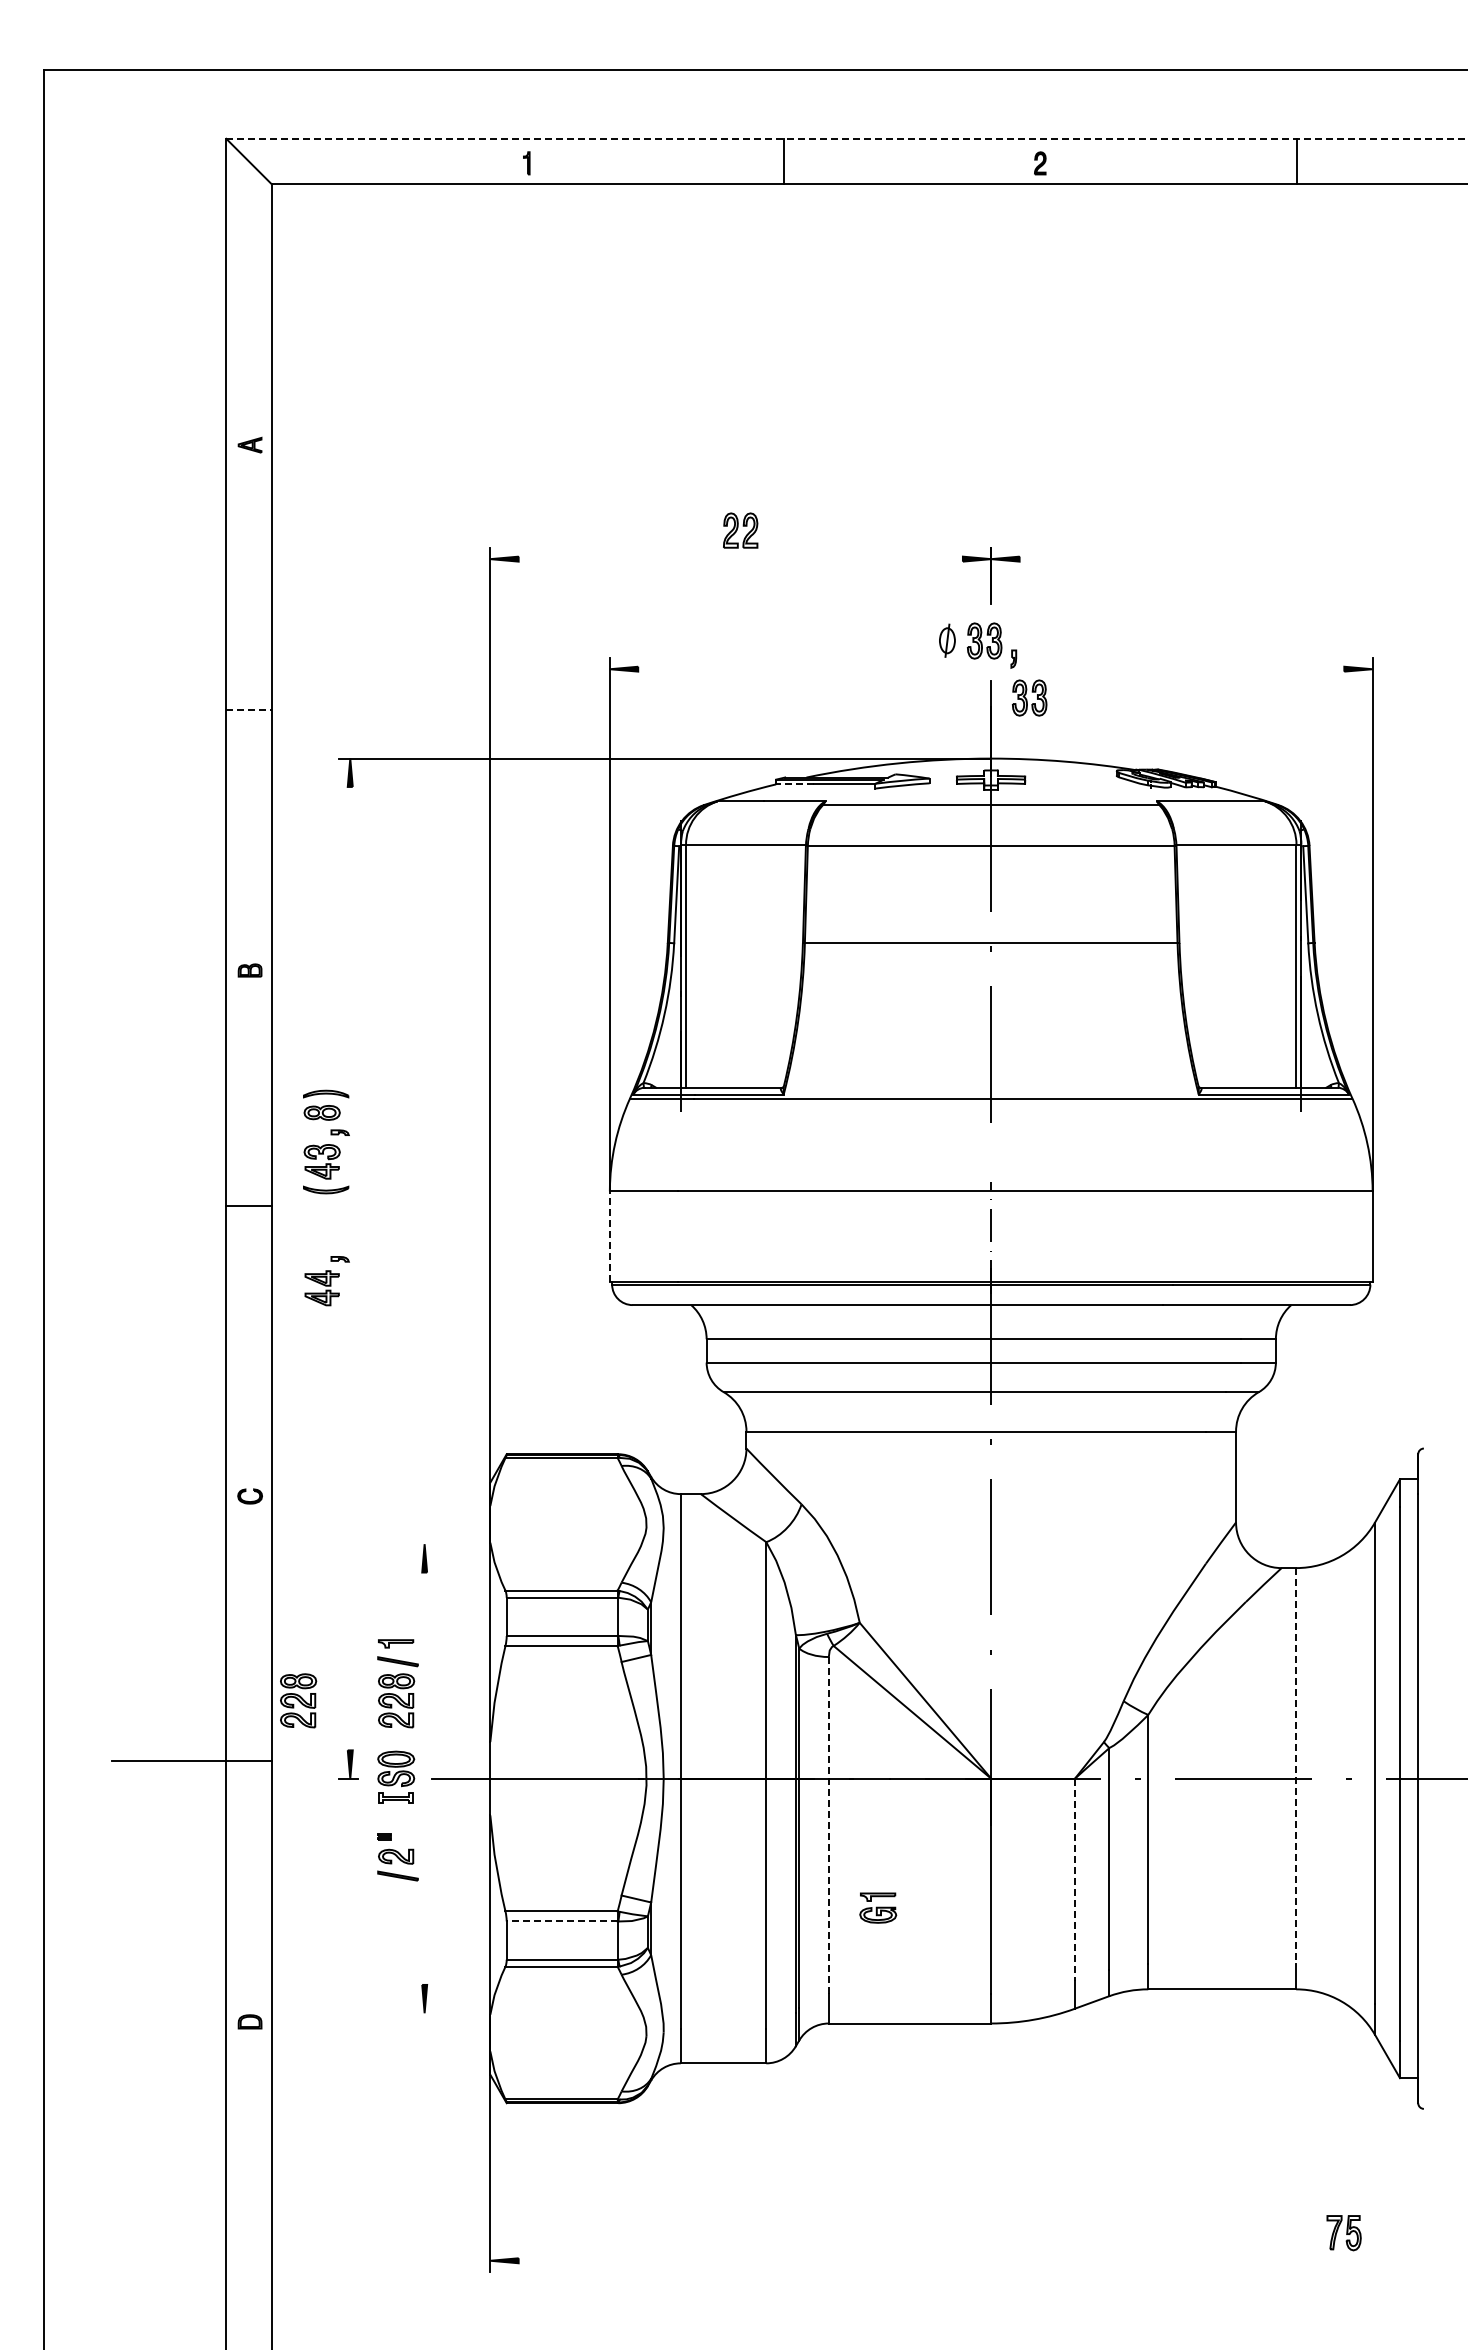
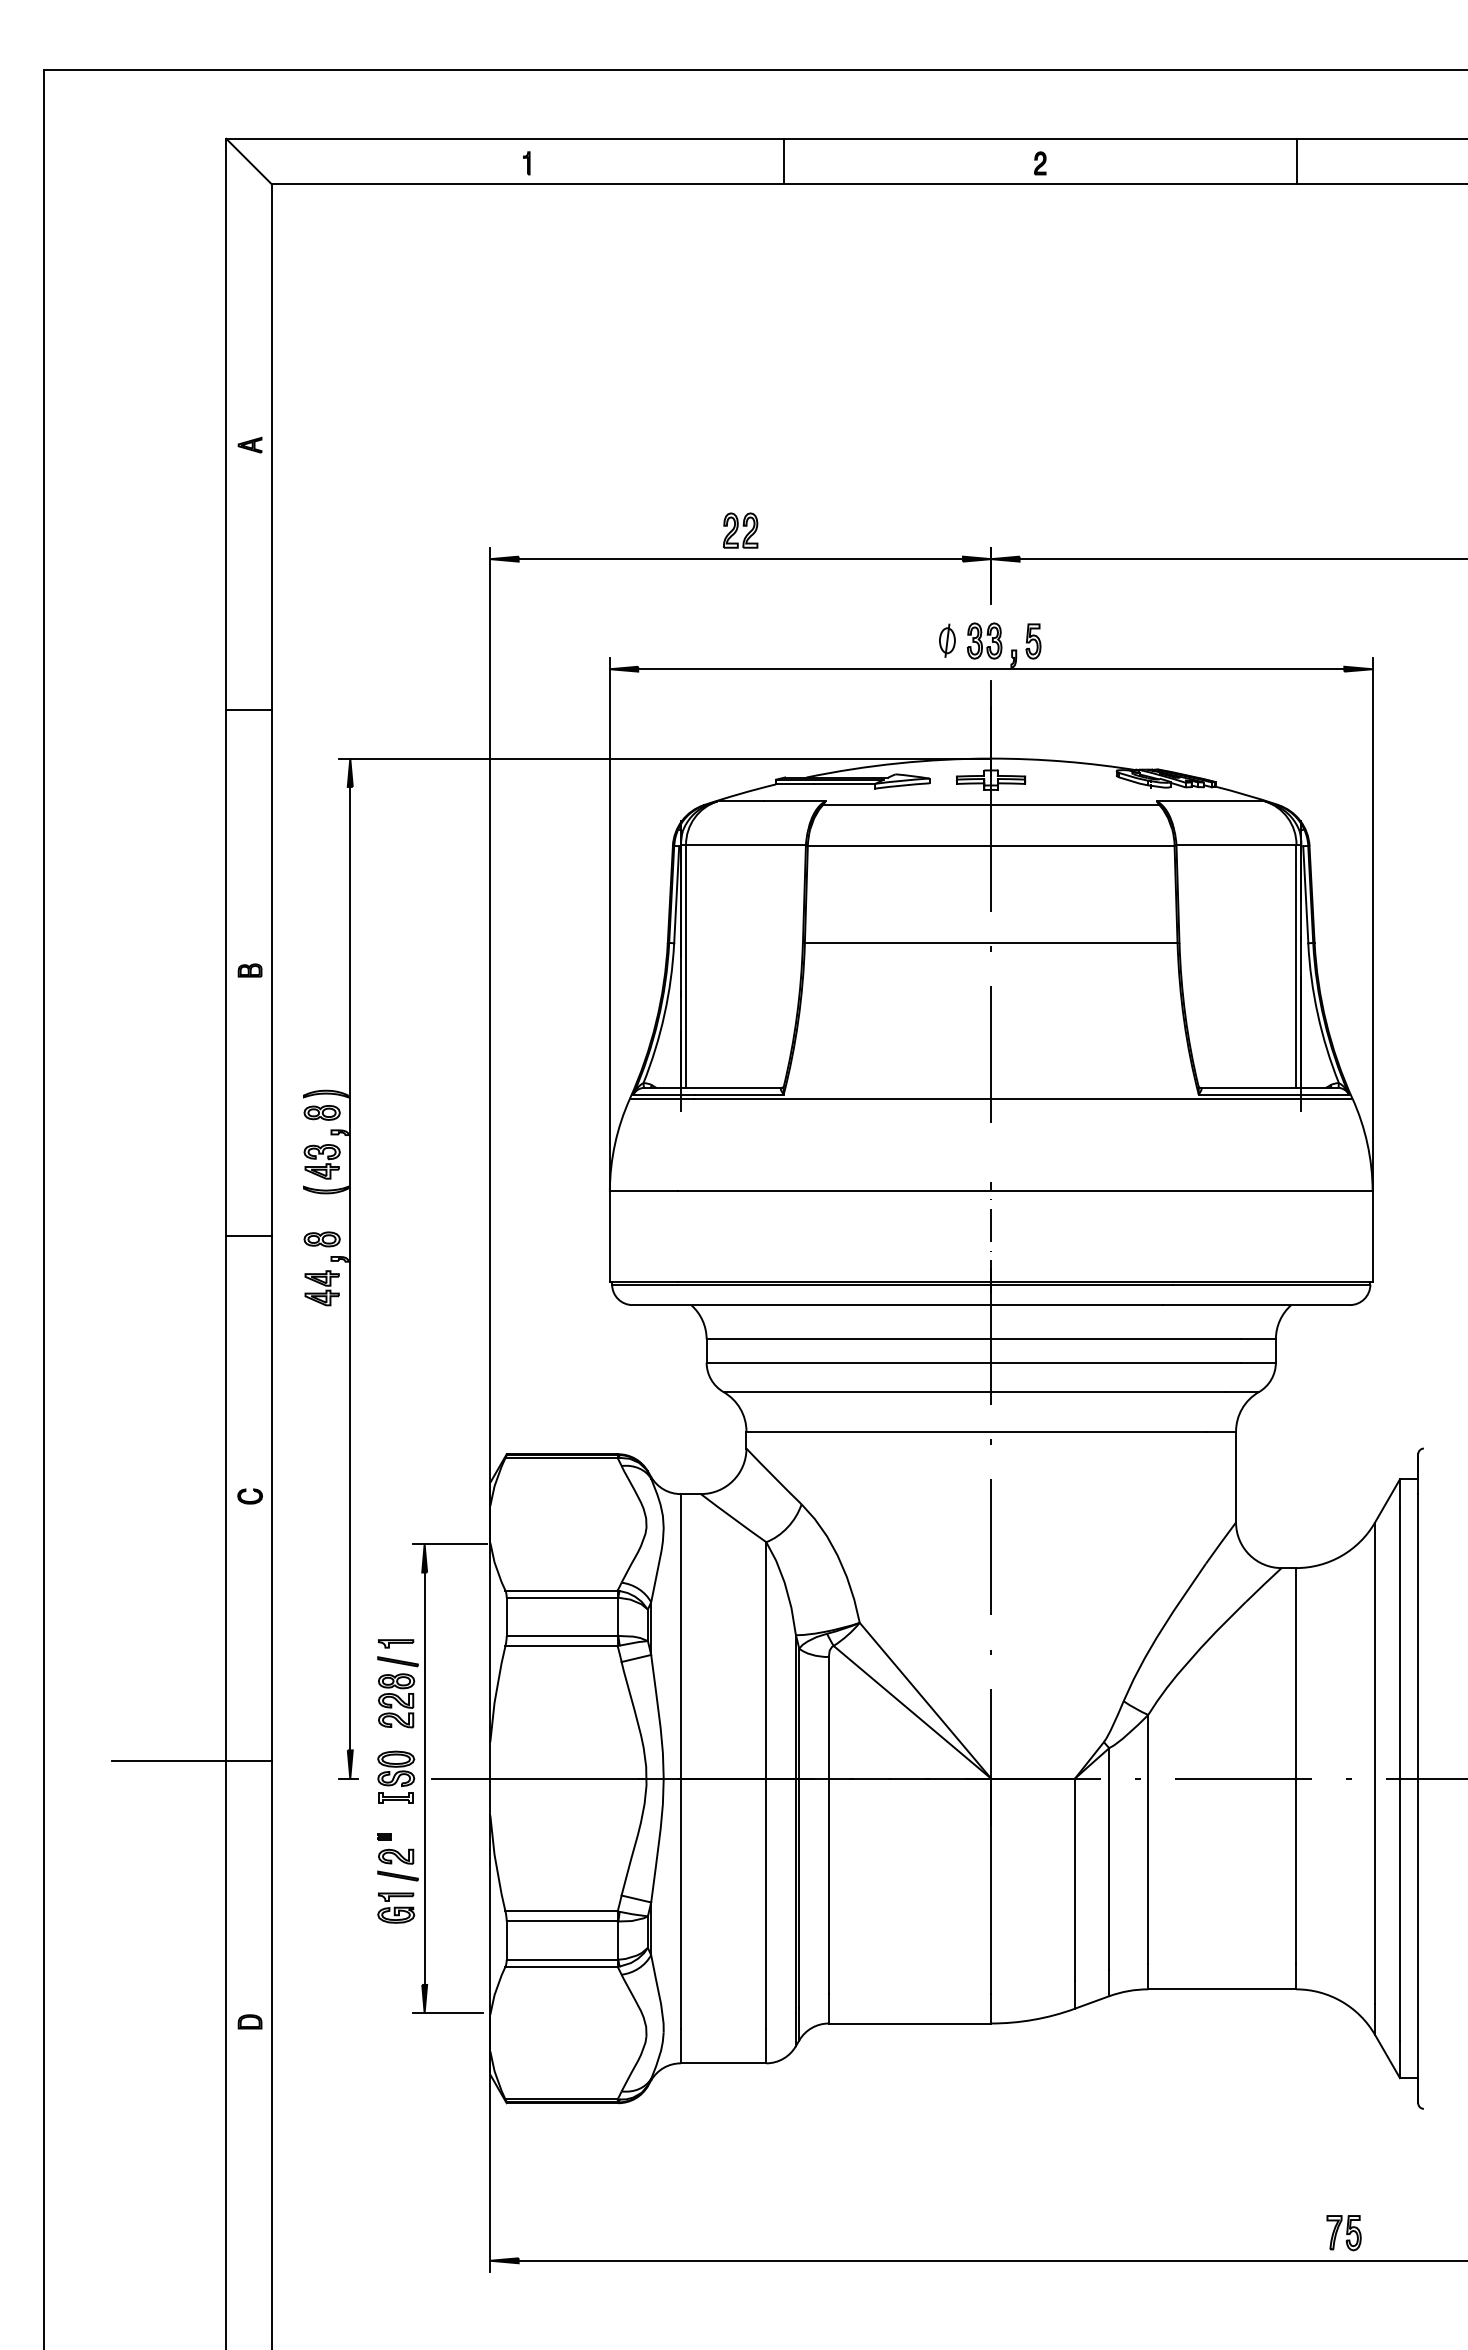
line at (847, 138): dashed -> solid
line at (740, 559): none -> present
line at (1241, 559): none -> present
part at (1033, 641): none -> present
line at (991, 669): none -> present
part at (1029, 697): present -> none
line at (249, 710): dashed -> solid
line at (794, 784): dashed -> solid
line at (248, 1205) position: (248, 1205) -> (248, 1235)
line at (609, 1236): dashed -> solid
part at (321, 1239): none -> present
line at (350, 1268): none -> present
line at (449, 1544): none -> present
part at (298, 1700): present -> none
line at (1296, 1765): dashed -> solid
line at (424, 1778): none -> present
line at (828, 1825): dashed -> solid
line at (1074, 1879): dashed -> solid
part at (878, 1907) position: (878, 1907) -> (396, 1907)
line at (561, 1921): dashed -> solid
line at (447, 2013): none -> present
line at (991, 2260): none -> present
